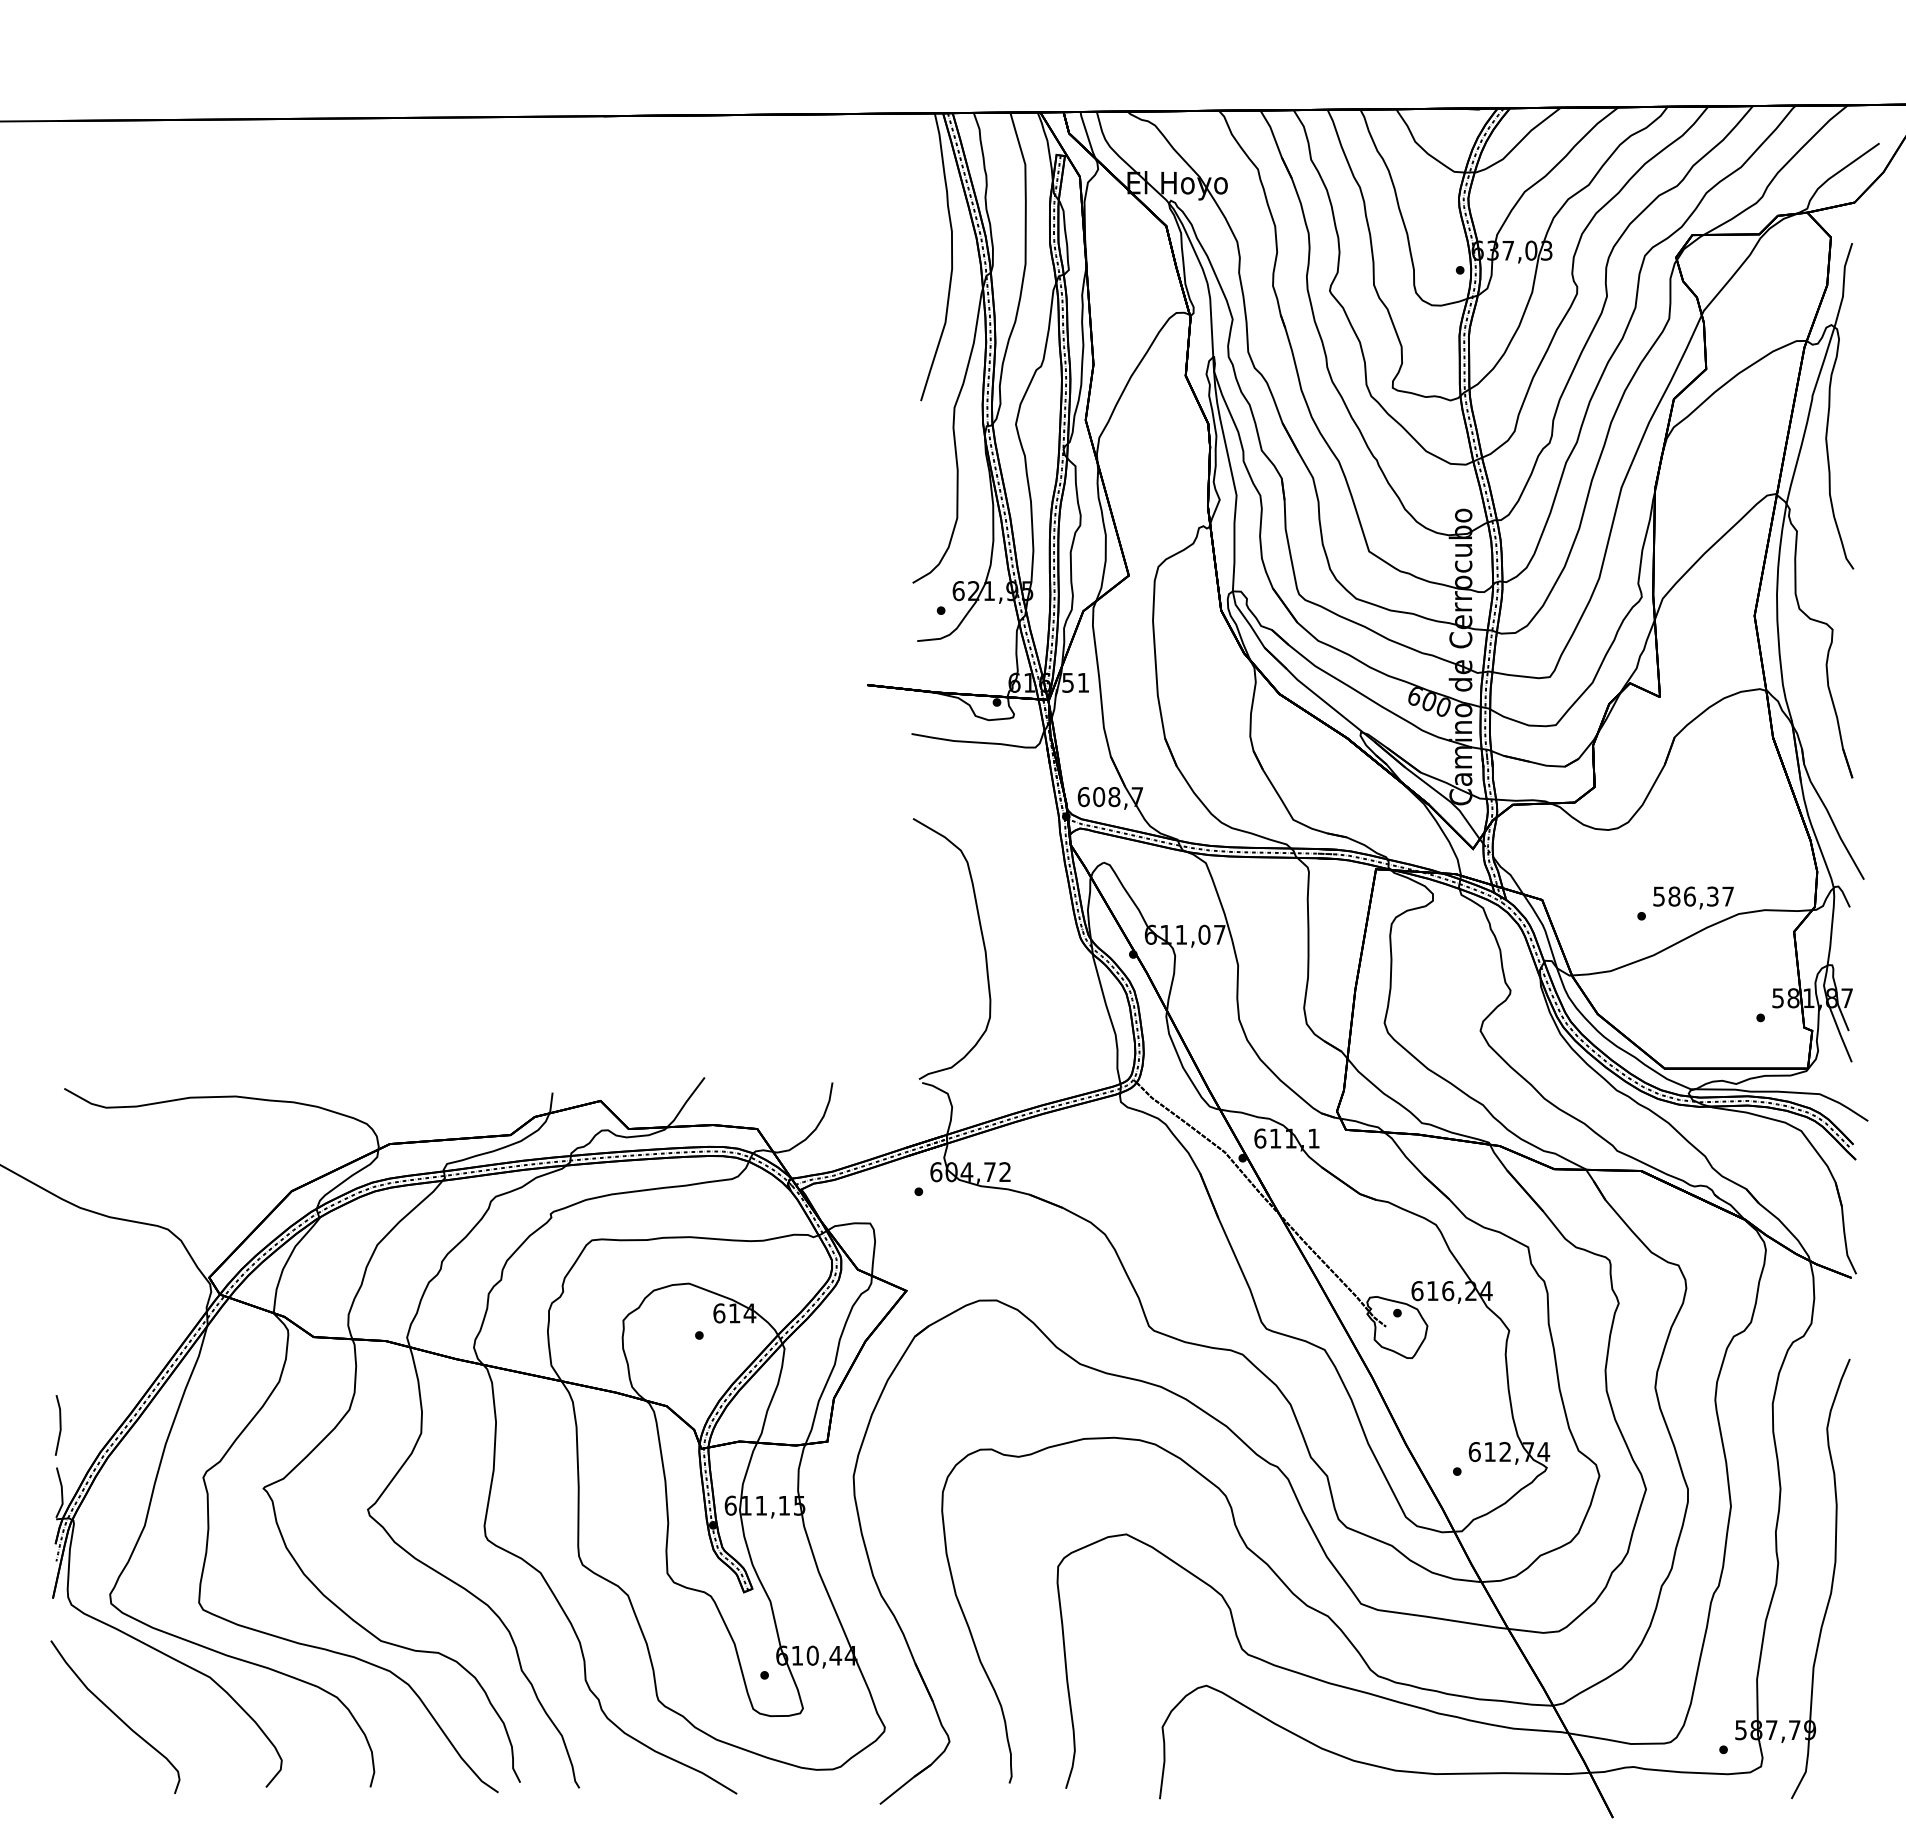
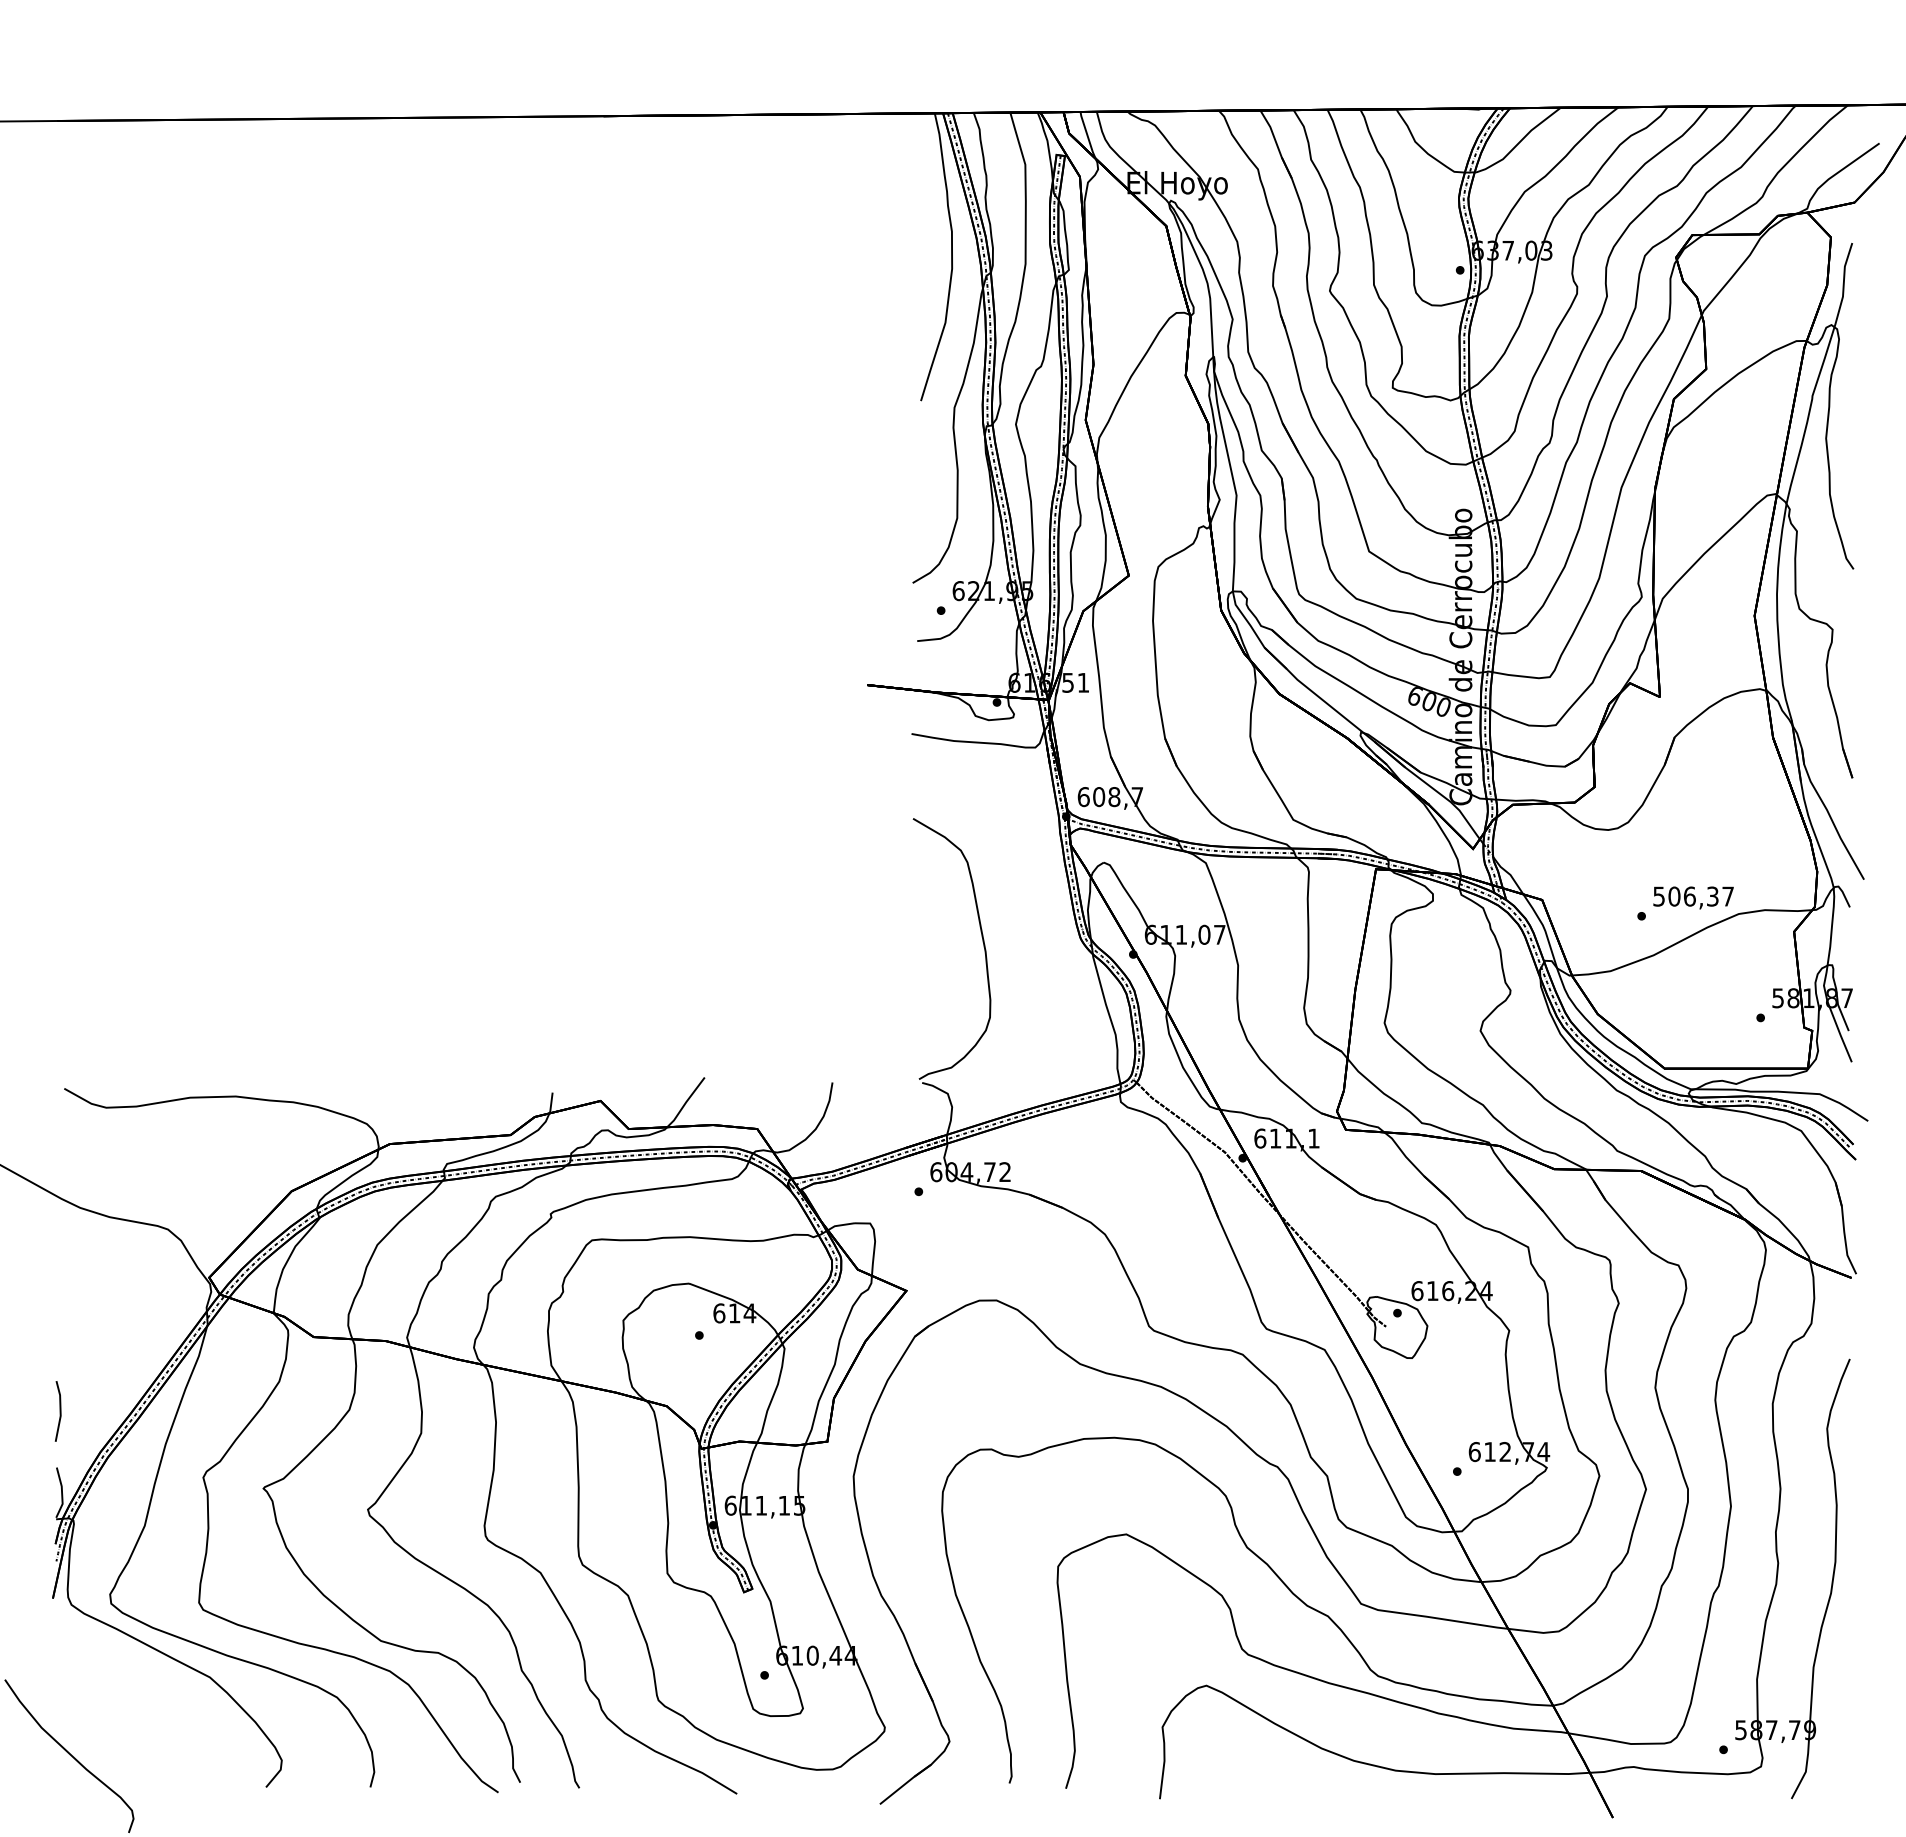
text at (1674, 896): 586,37 -> 506,37
line at (59, 1425) position: (59, 1425) -> (59, 1411)
curve at (115, 1715) position: (115, 1715) -> (69, 1754)
